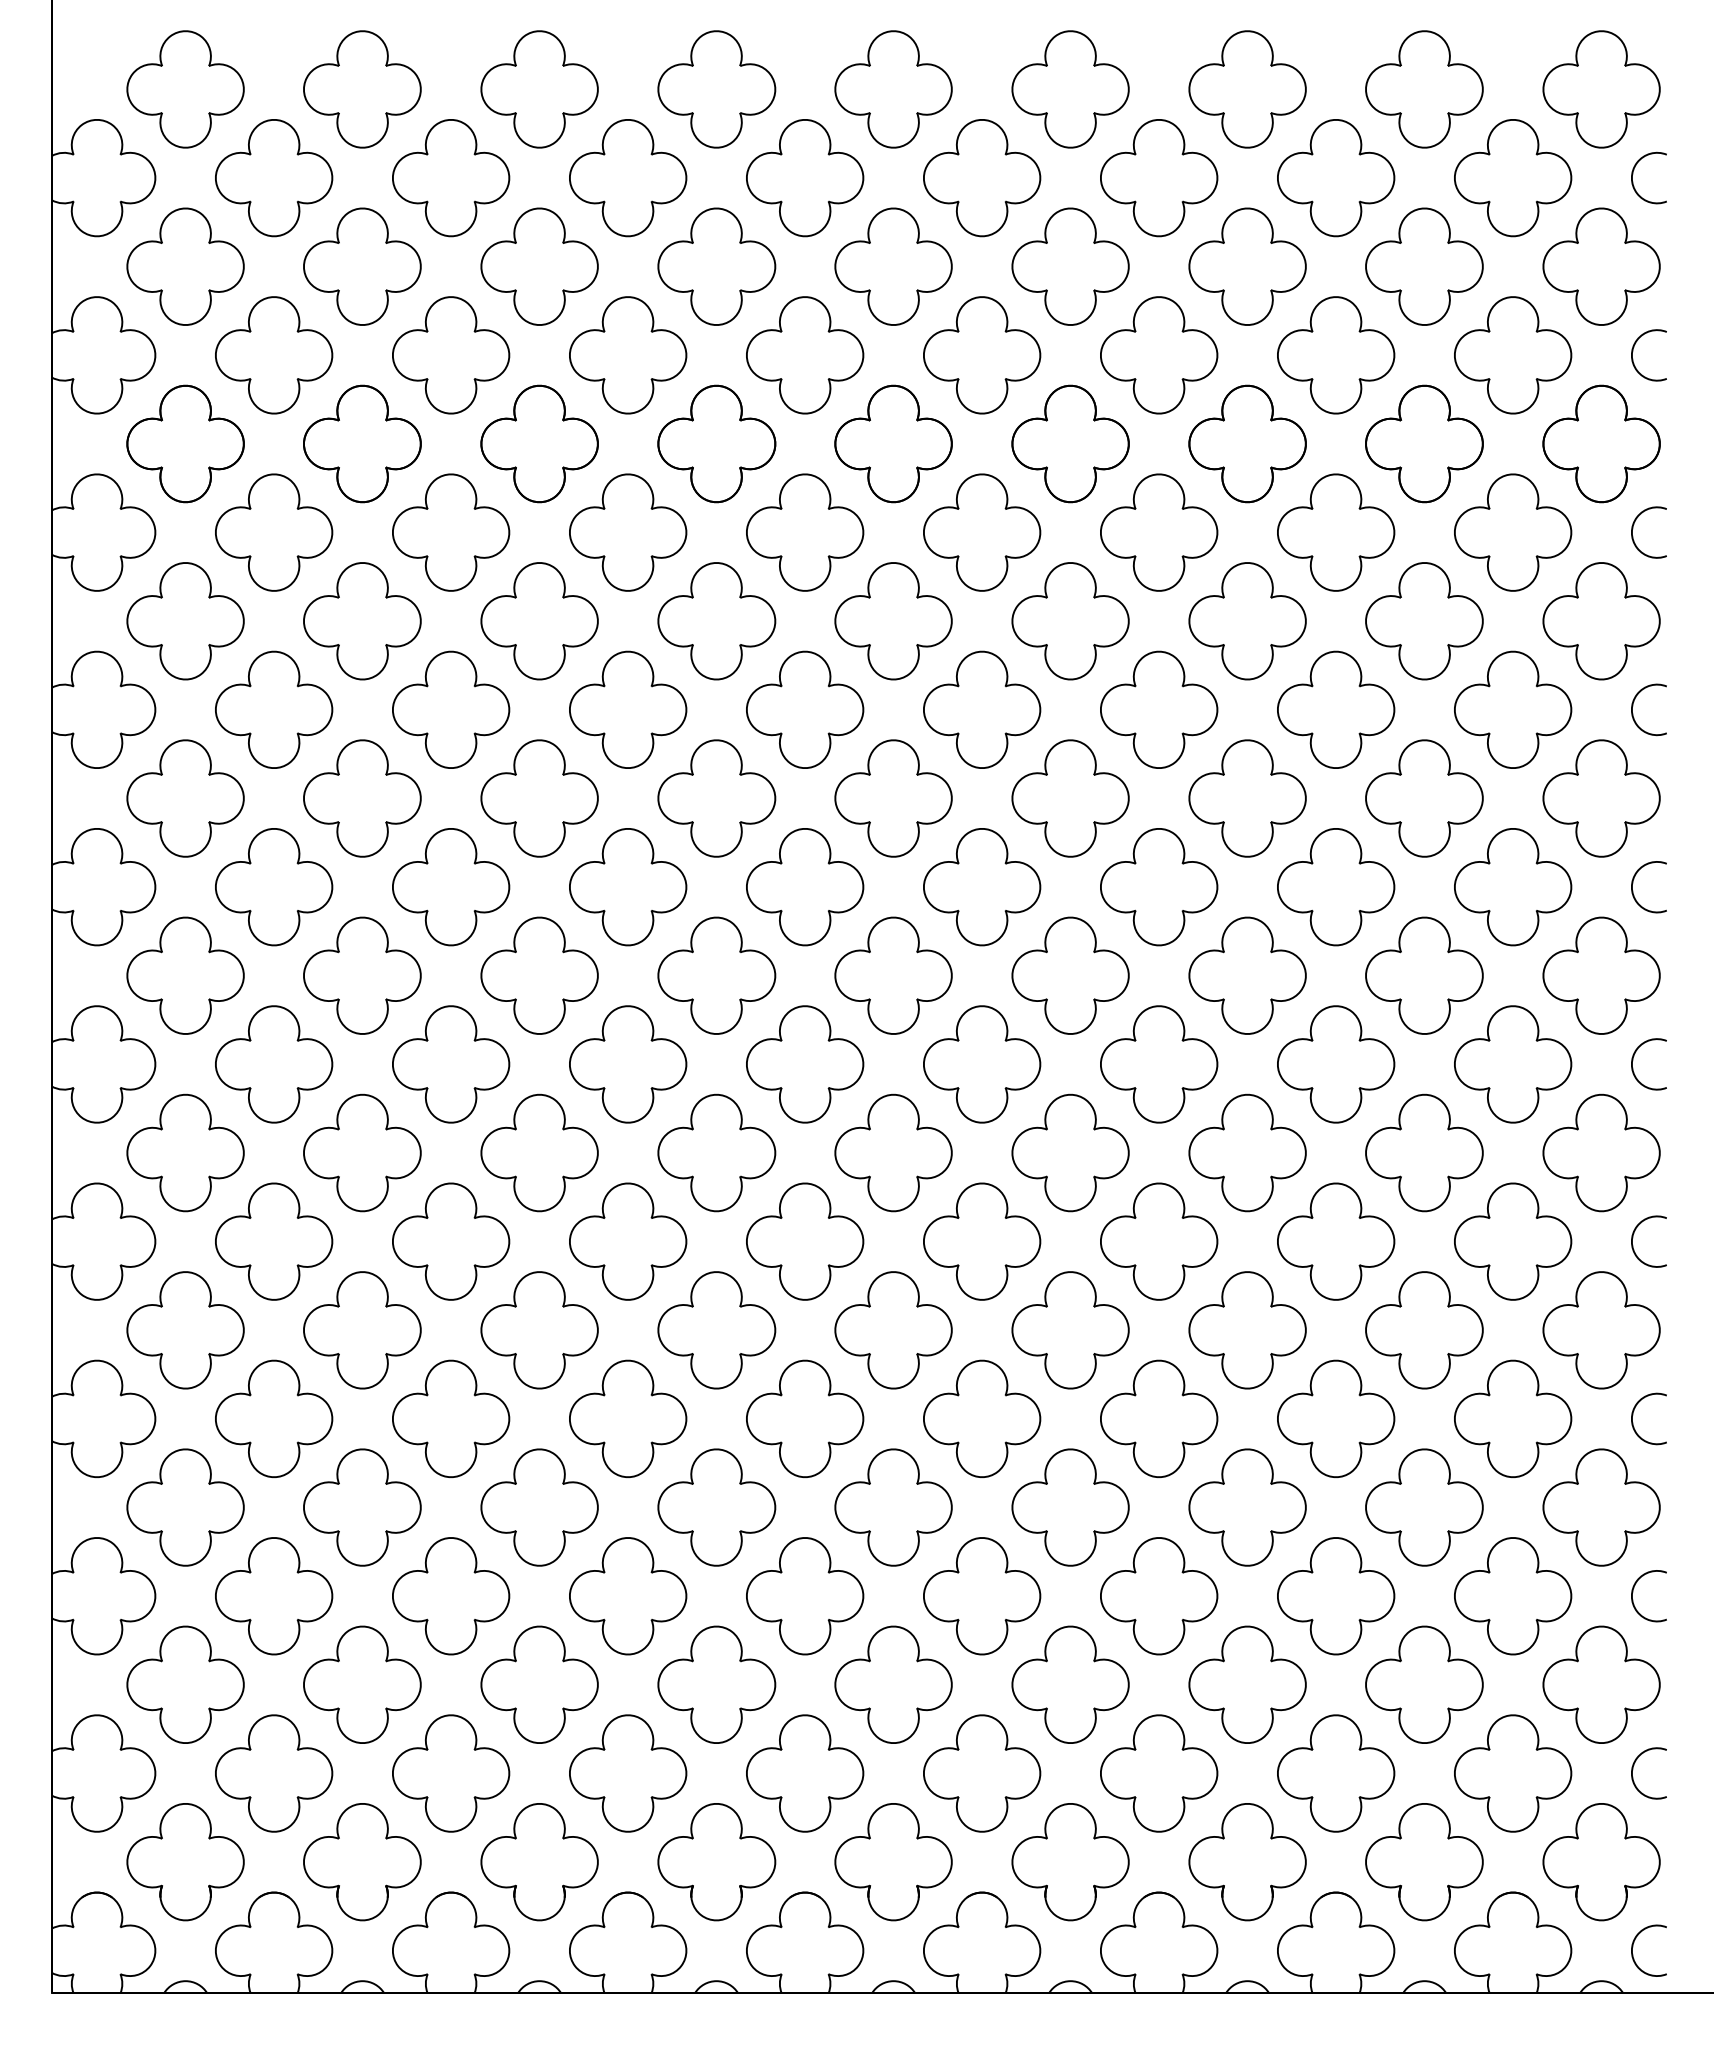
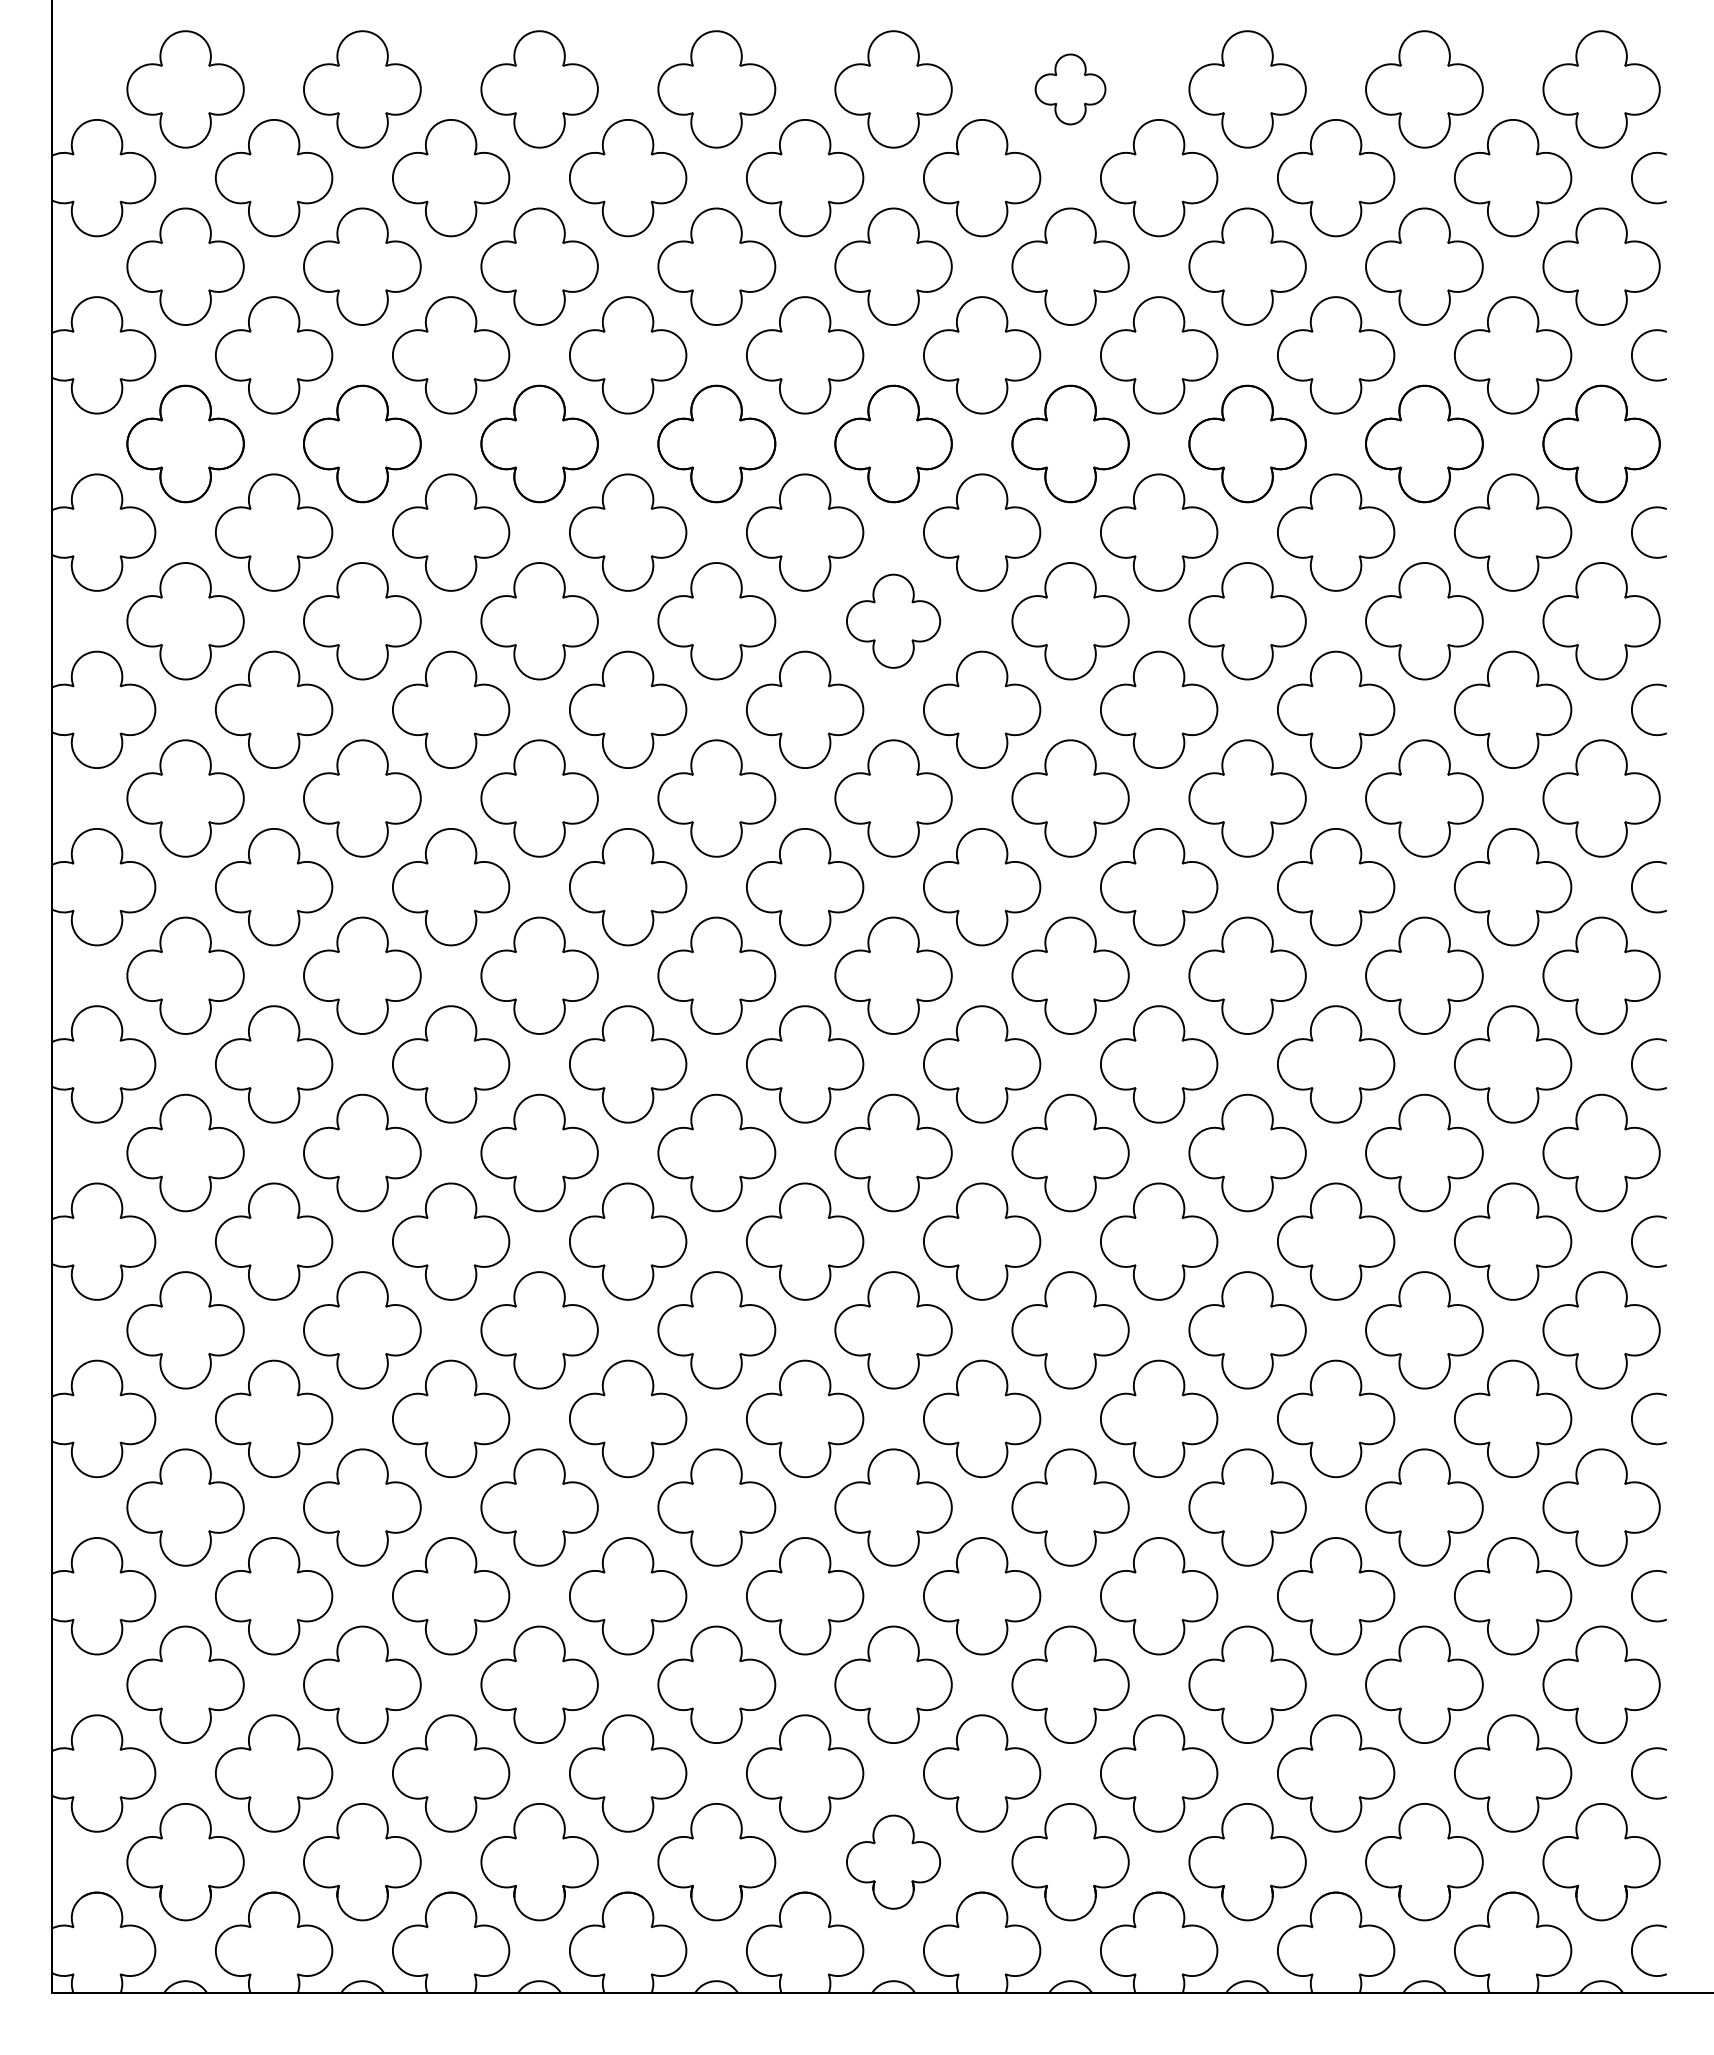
part at (1070, 89) size: 119x119 px -> 73x73 px
part at (893, 621) size: 119x119 px -> 95x96 px
part at (893, 1862) size: 119x119 px -> 95x96 px
